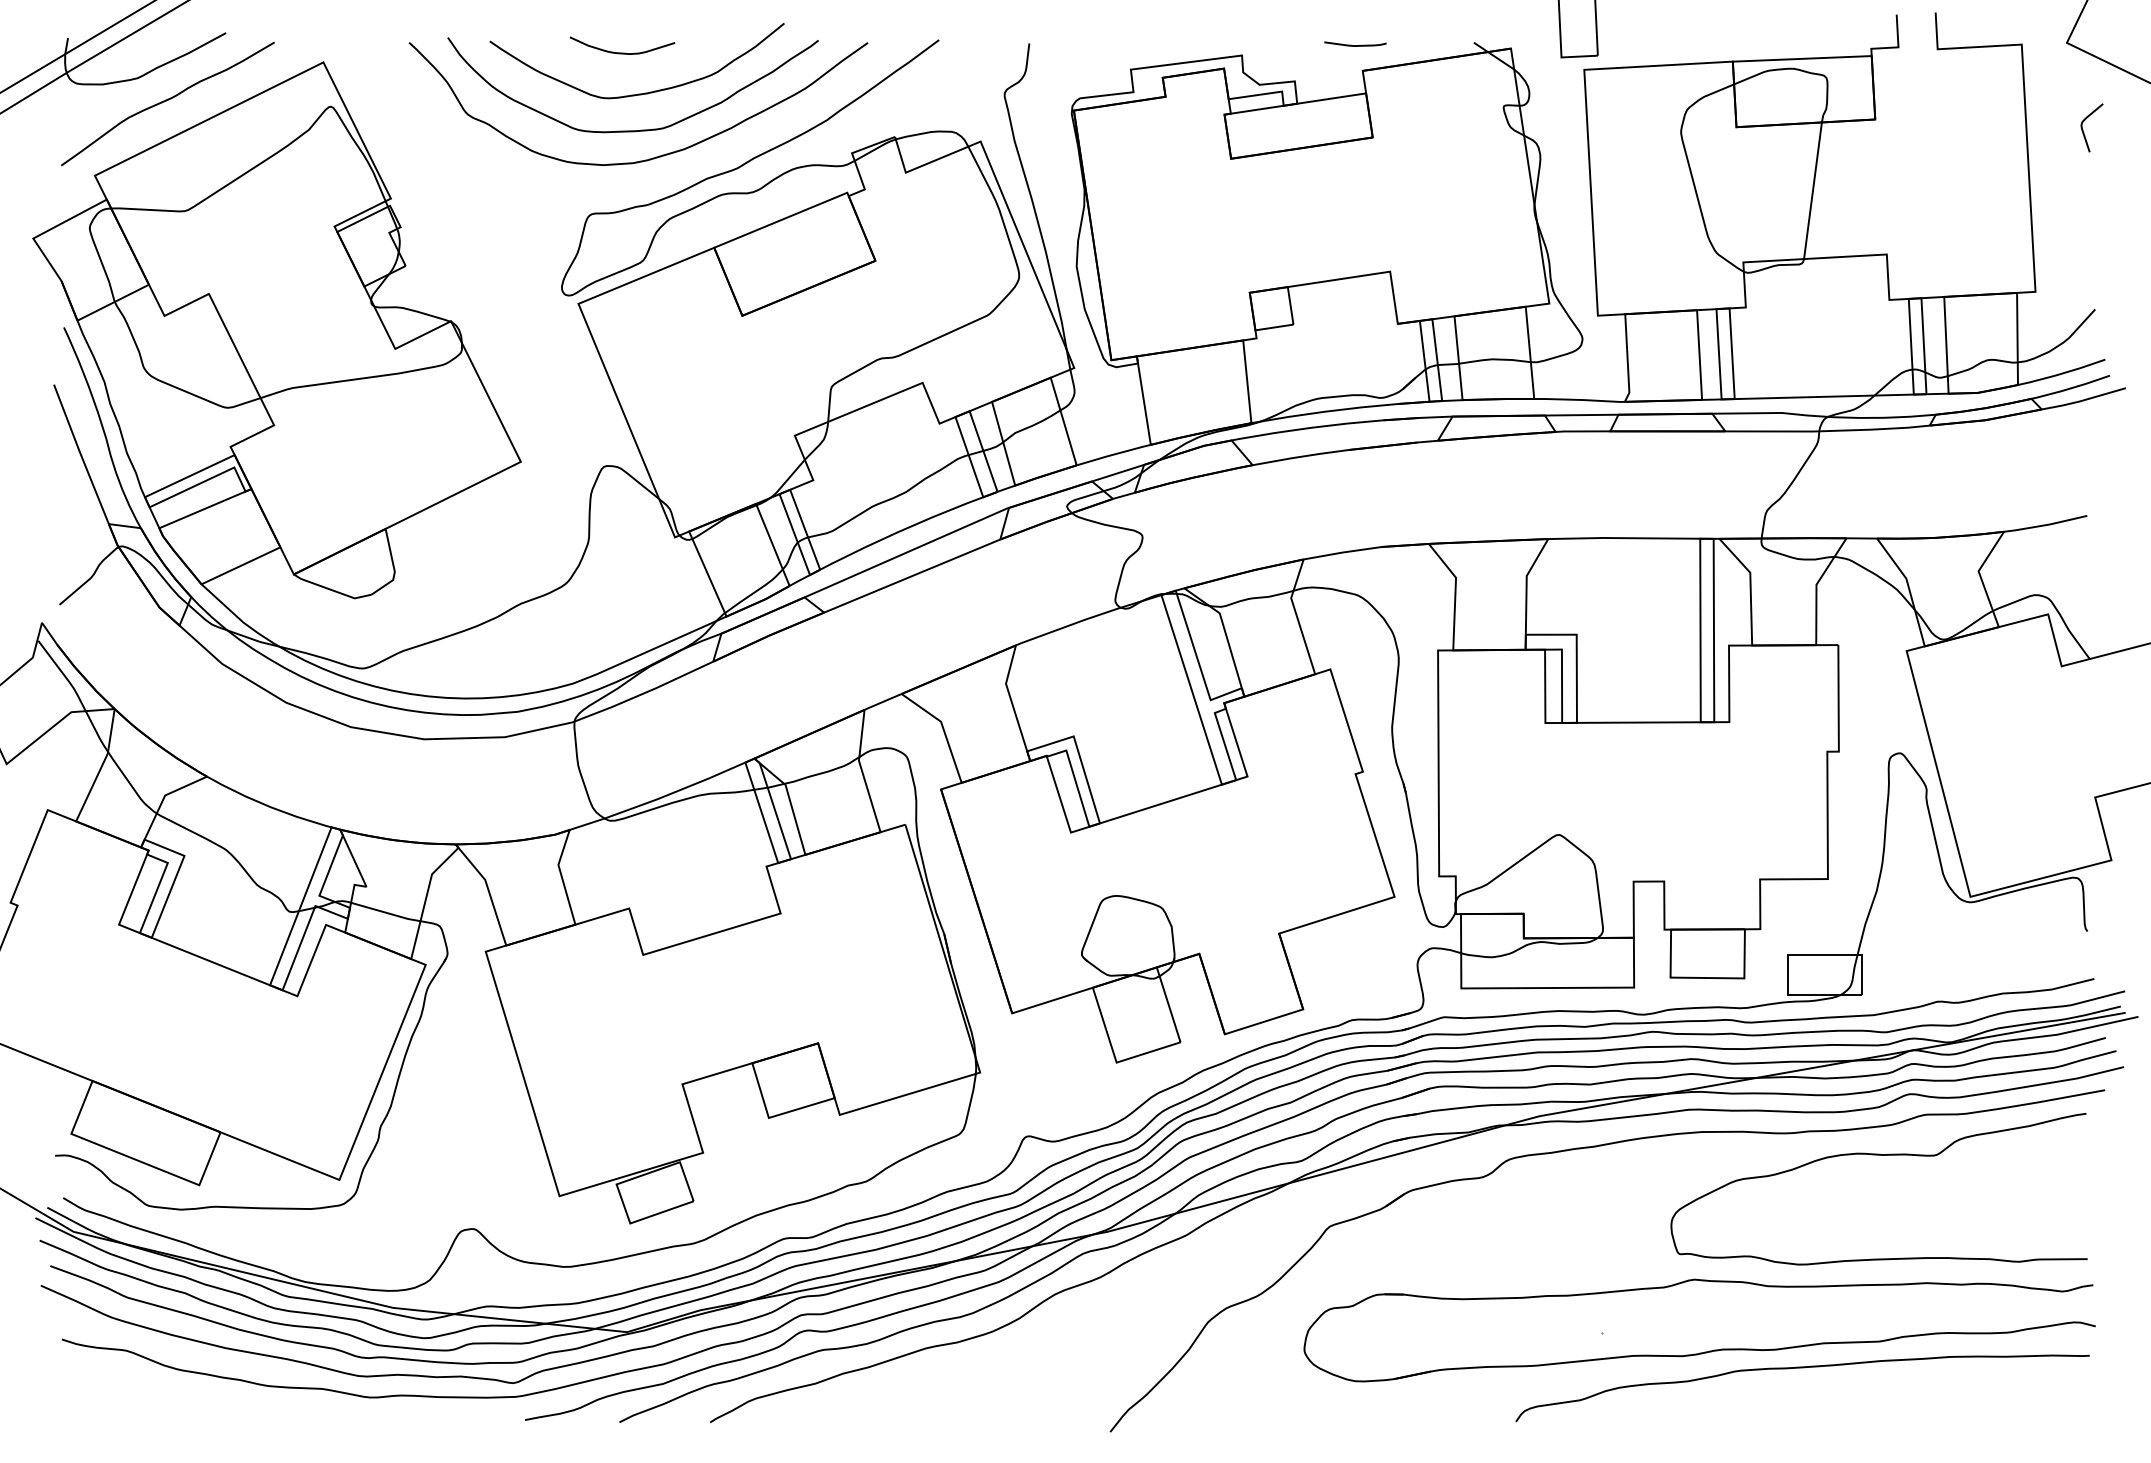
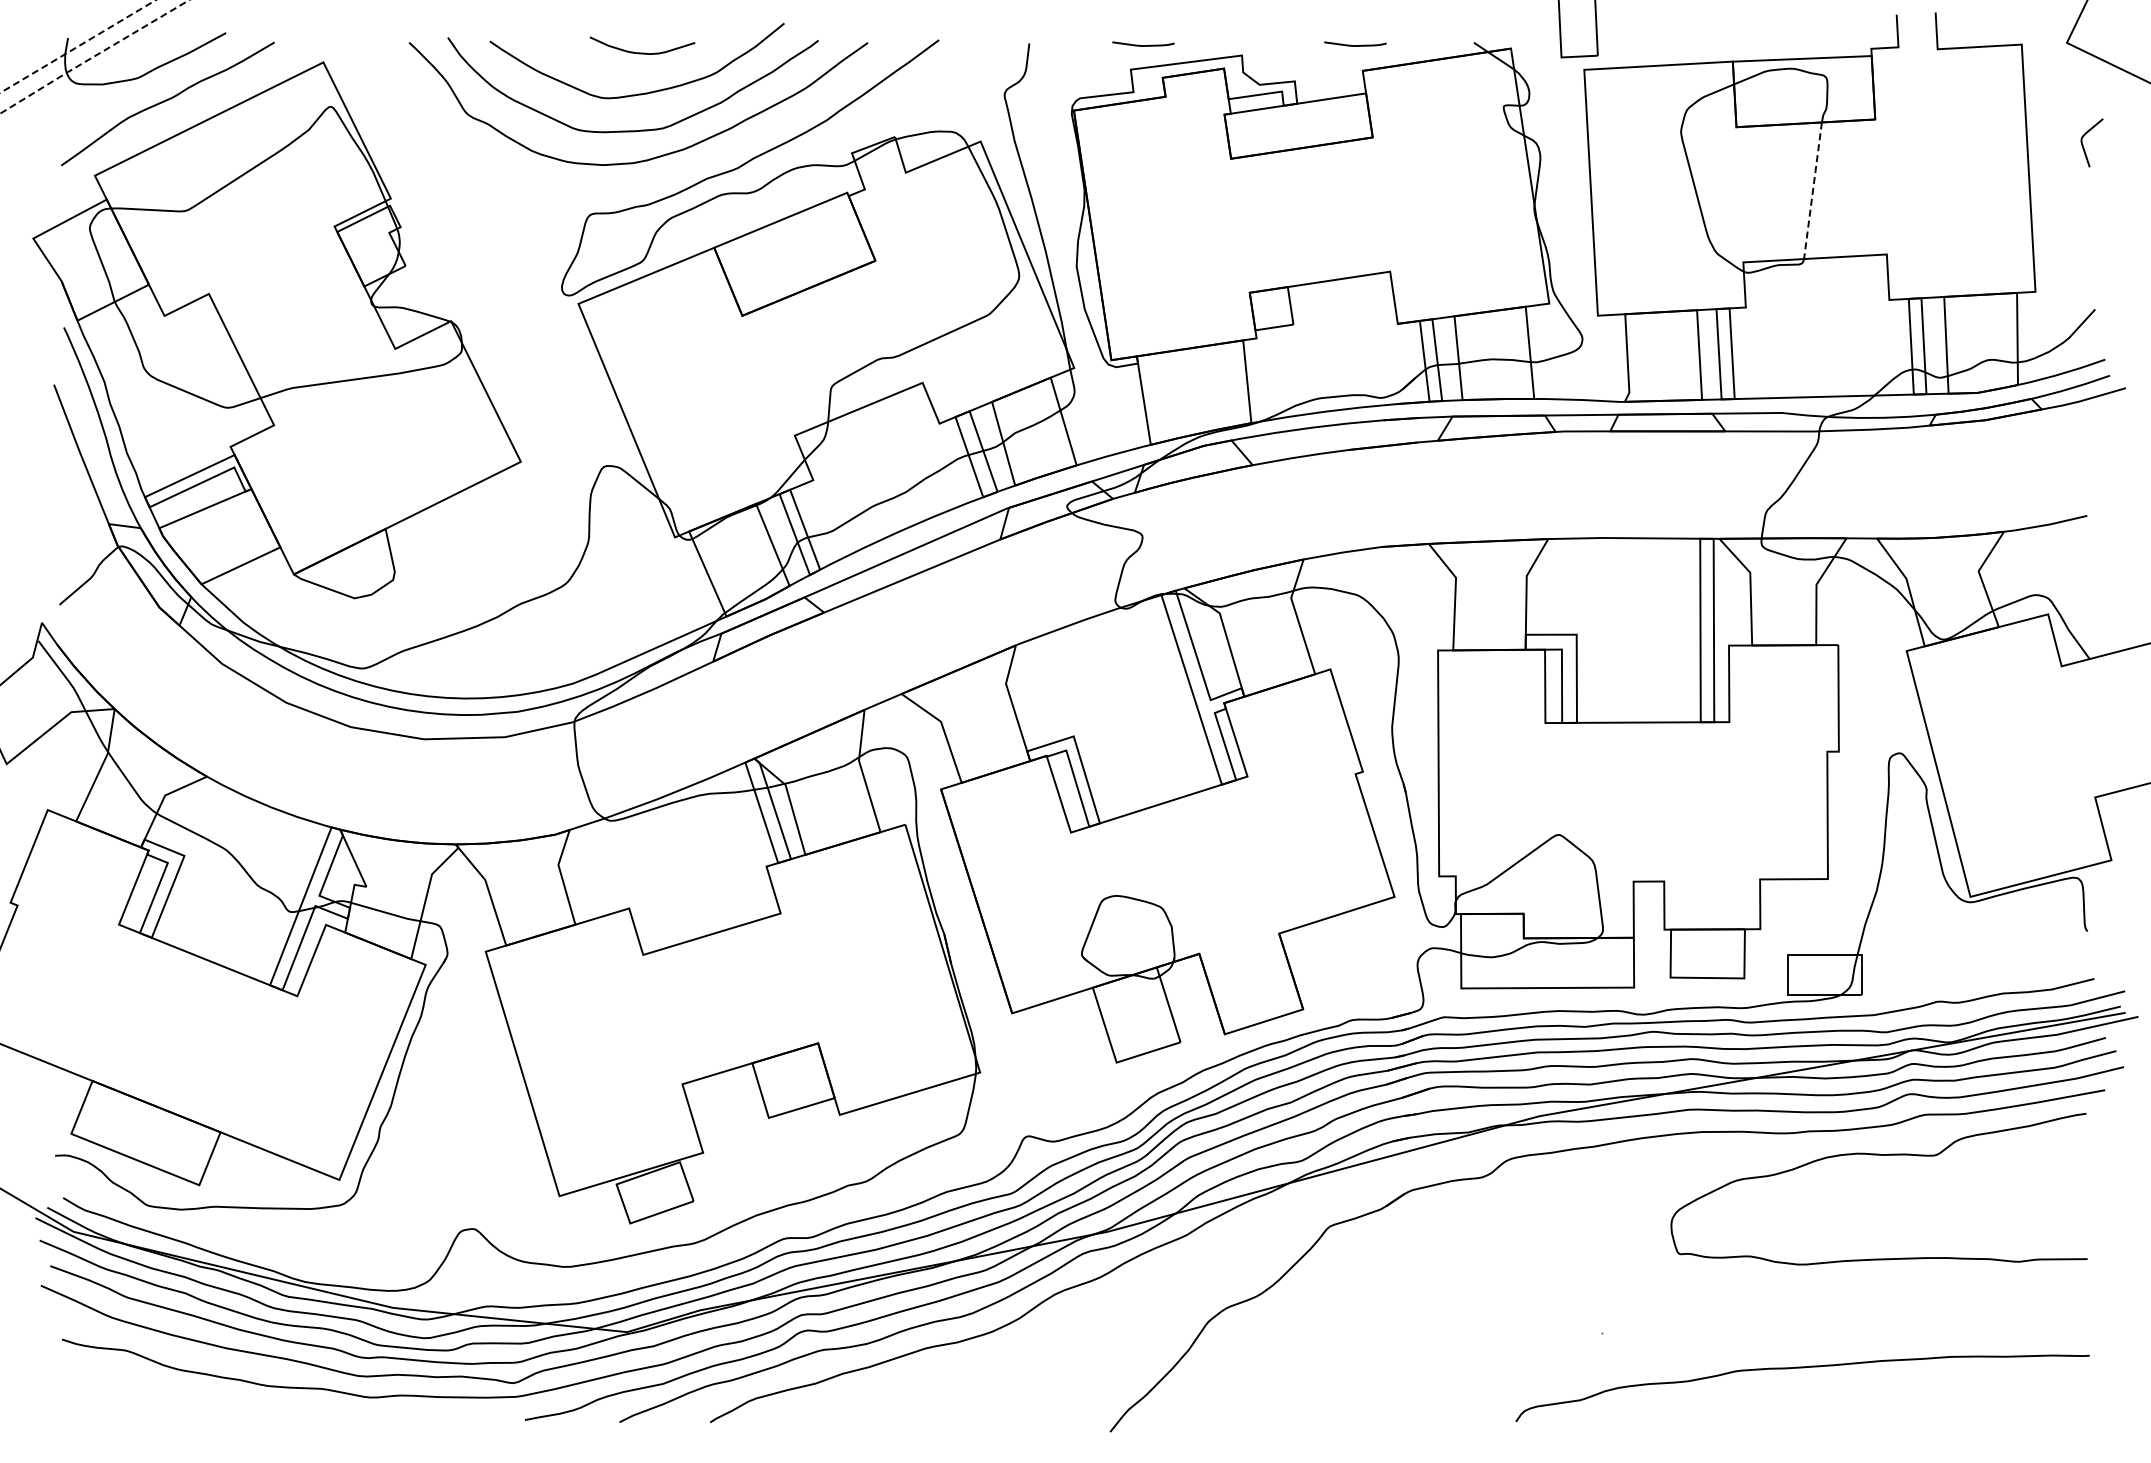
curve at (1143, 45): none -> present
line at (78, 46): solid -> dashed
curve at (622, 52) position: (622, 52) -> (642, 52)
line at (93, 56): solid -> dashed
curve at (2083, 129) position: (2083, 129) -> (2083, 144)
line at (1812, 190): solid -> dashed
part at (1704, 1351): present -> none
